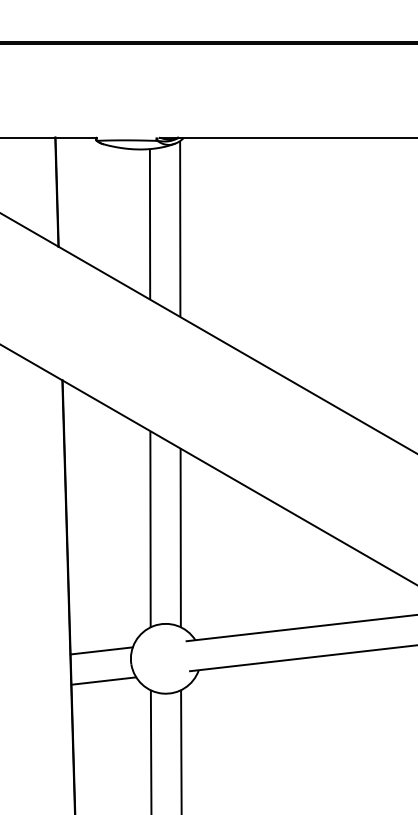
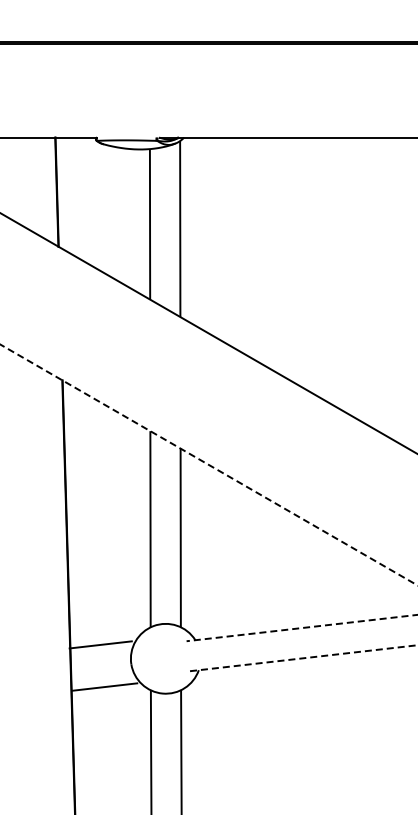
line at (208, 464): solid -> dashed
line at (301, 628): solid -> dashed
line at (101, 650) position: (101, 650) -> (100, 644)
line at (304, 658): solid -> dashed
line at (103, 680) position: (103, 680) -> (104, 686)
